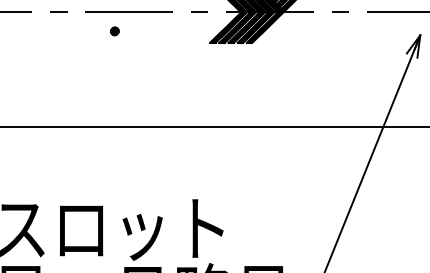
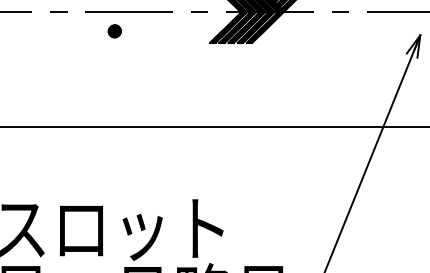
part at (114, 31) size: 10x11 px -> 15x15 px
